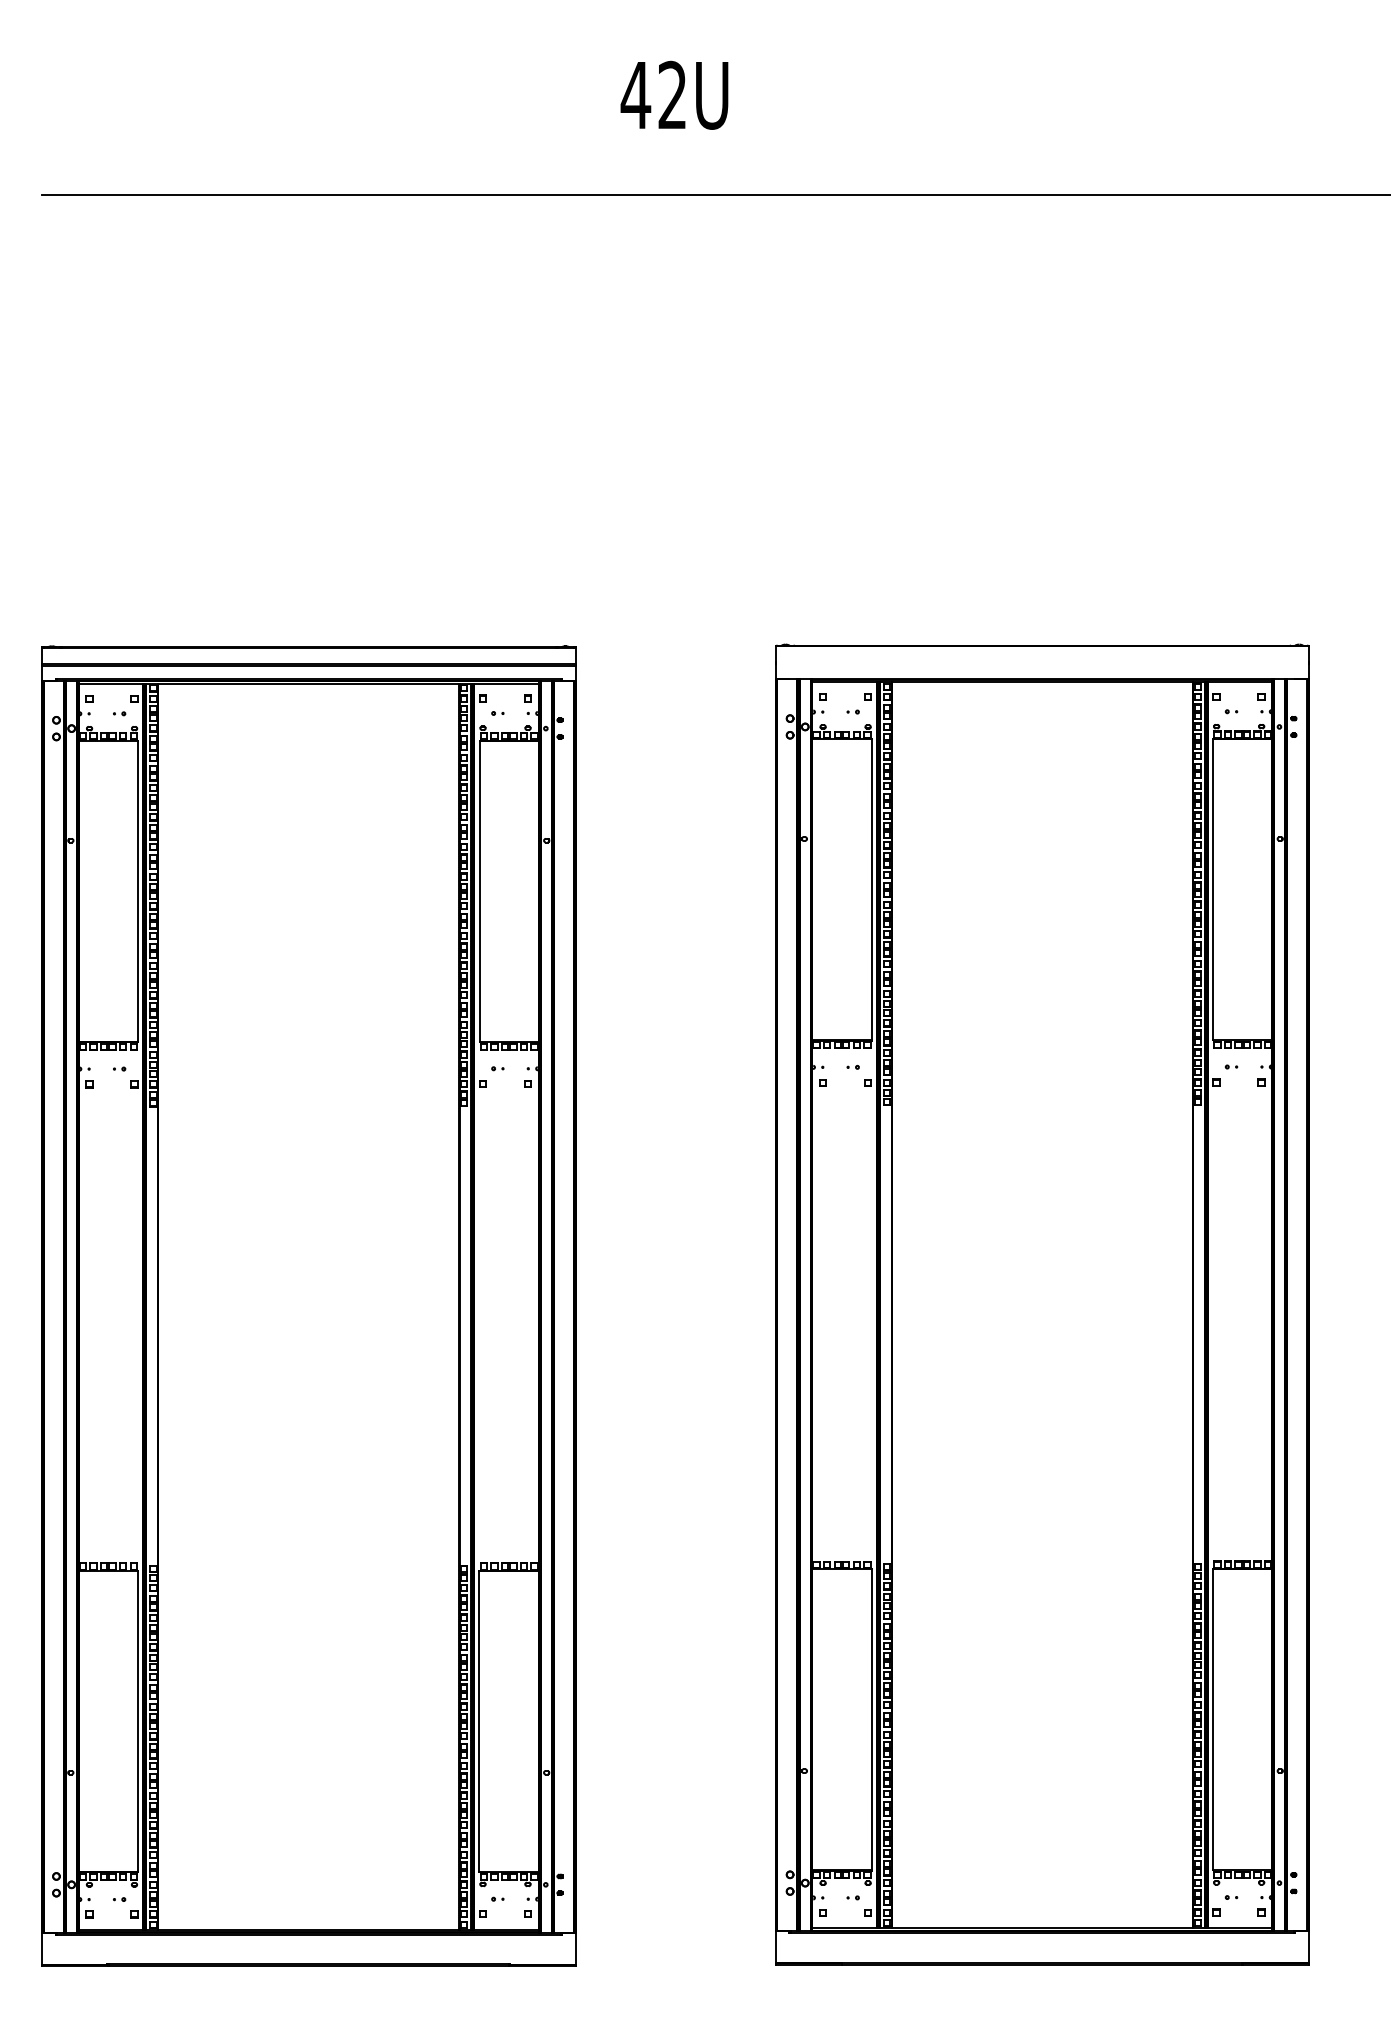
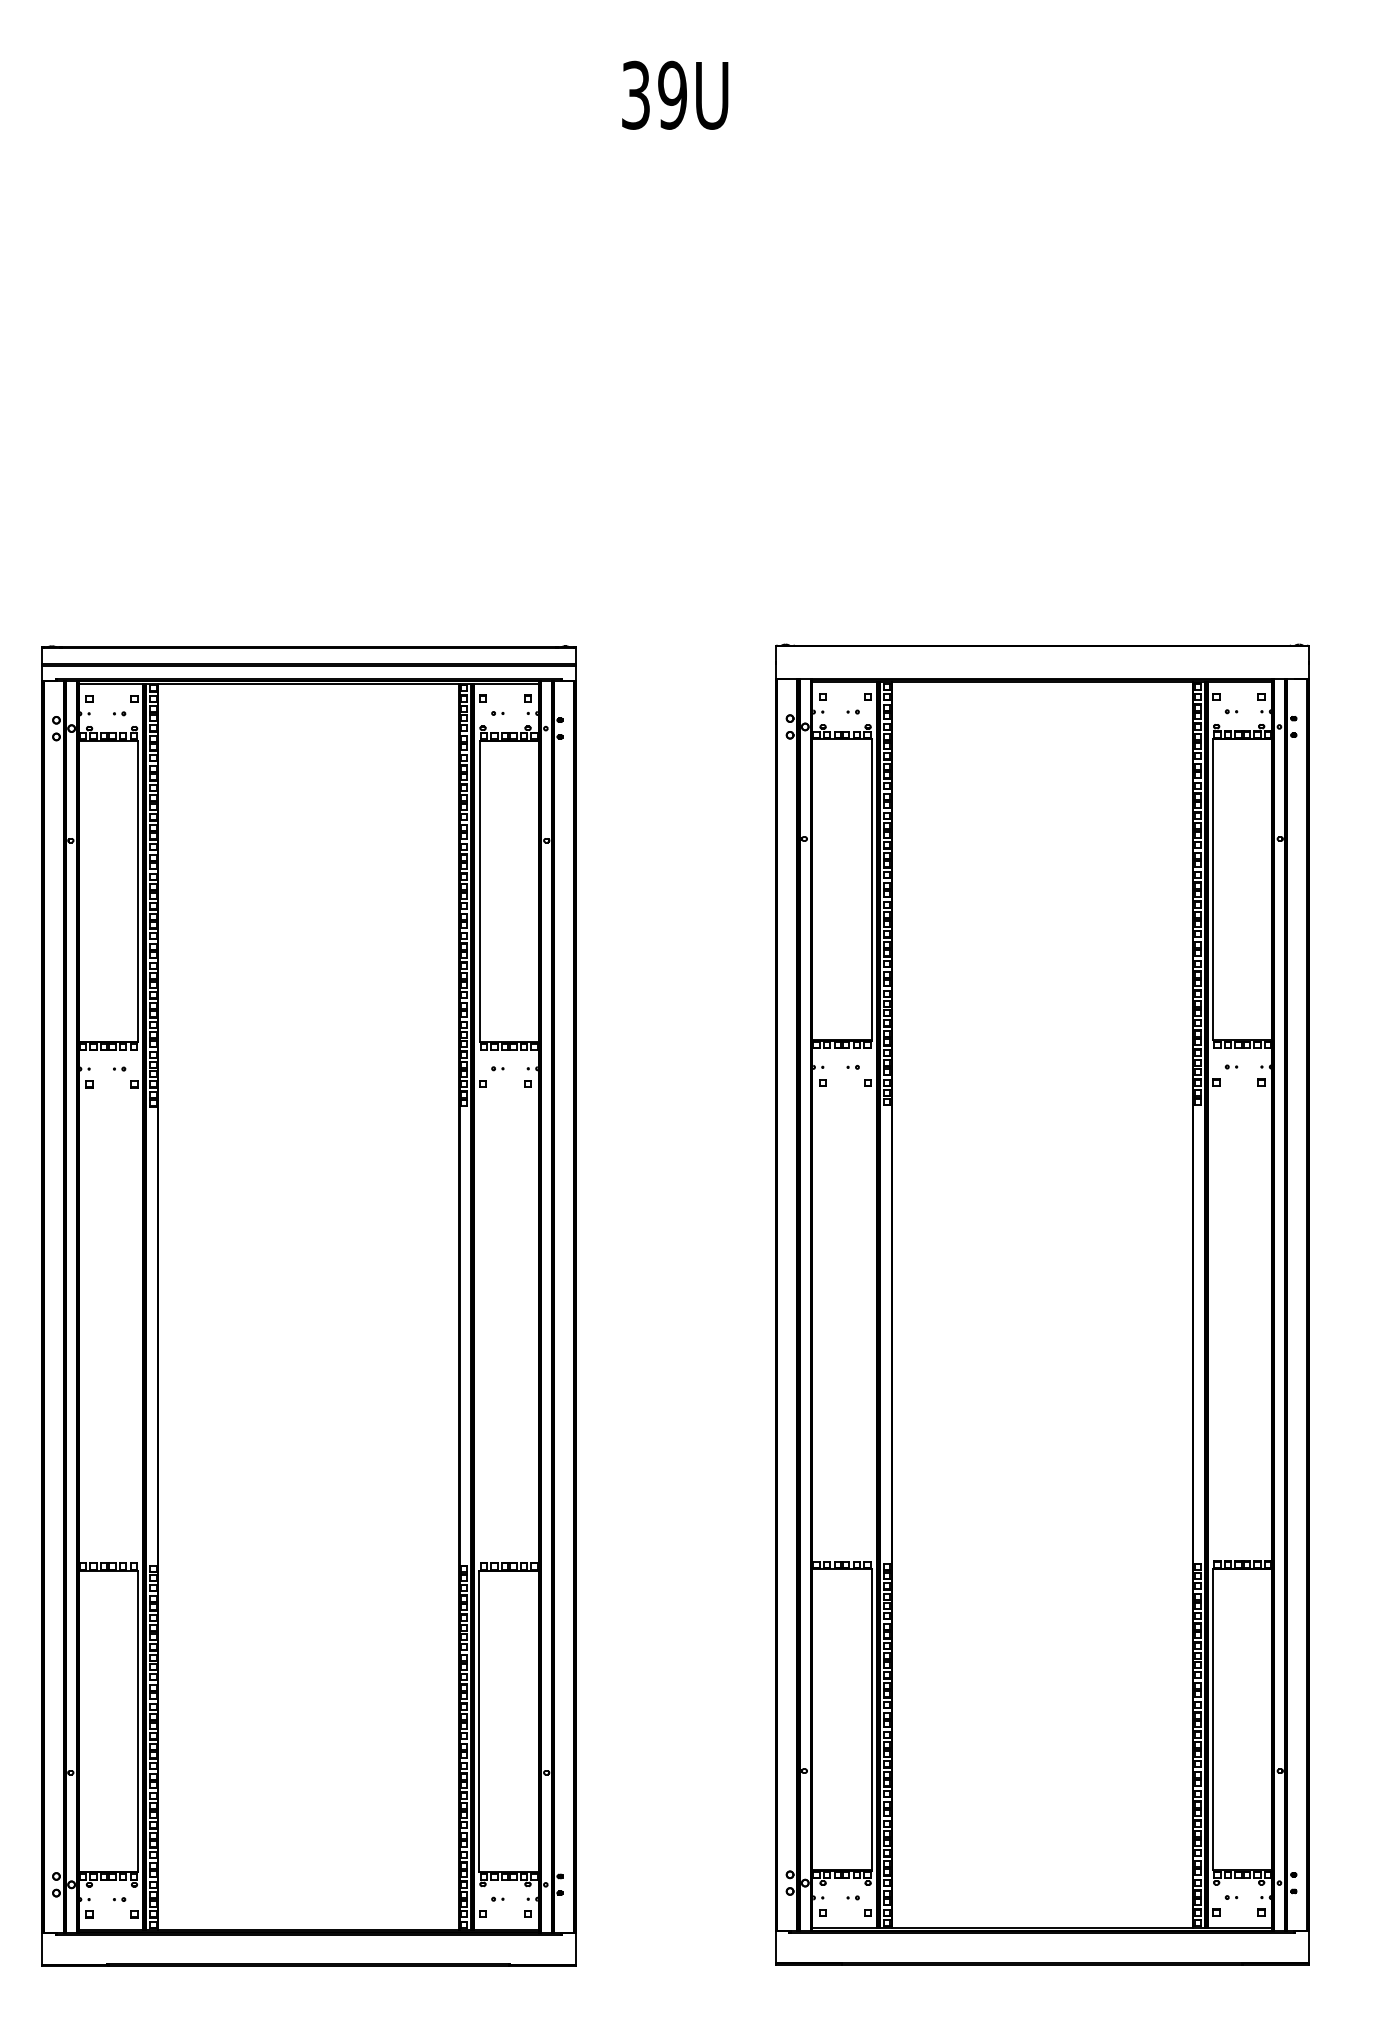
text at (653, 94): 42U -> 39U
line at (714, 195): present -> none
